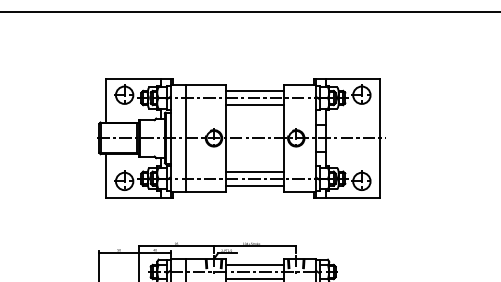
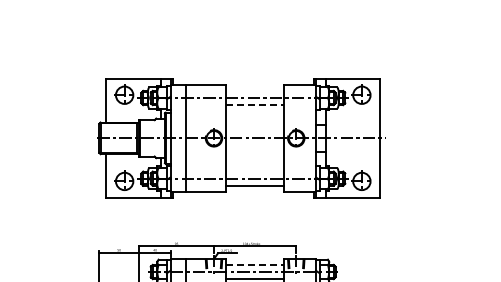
line at (249, 12): present -> none
line at (254, 90): present -> none
line at (255, 105): solid -> dashed
line at (254, 171): present -> none
line at (255, 264): solid -> dashed
